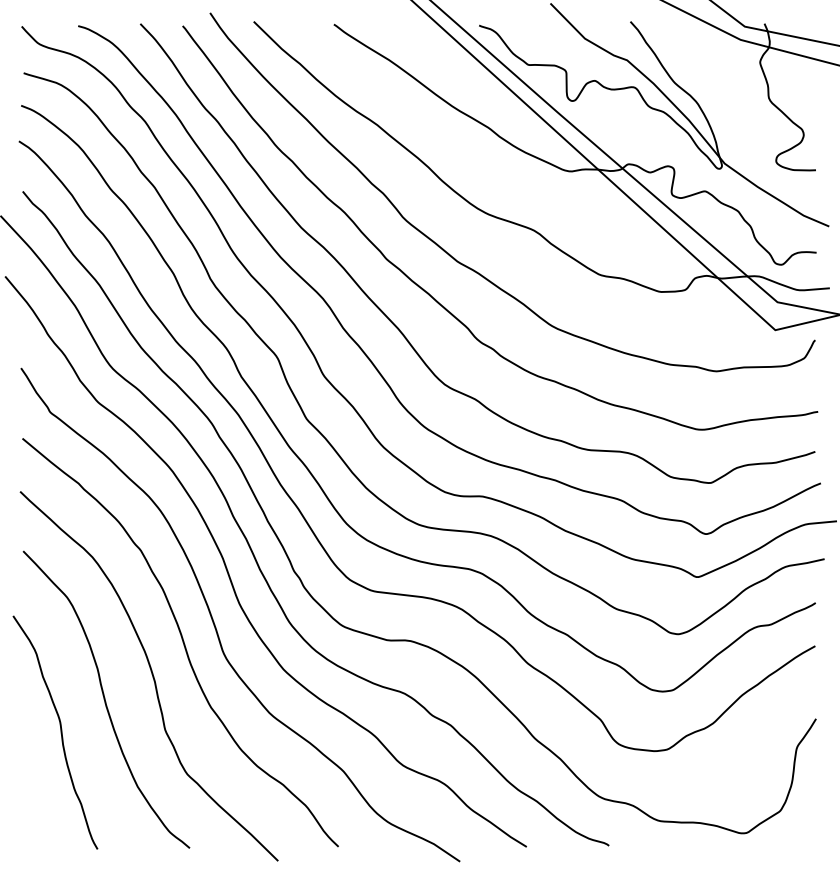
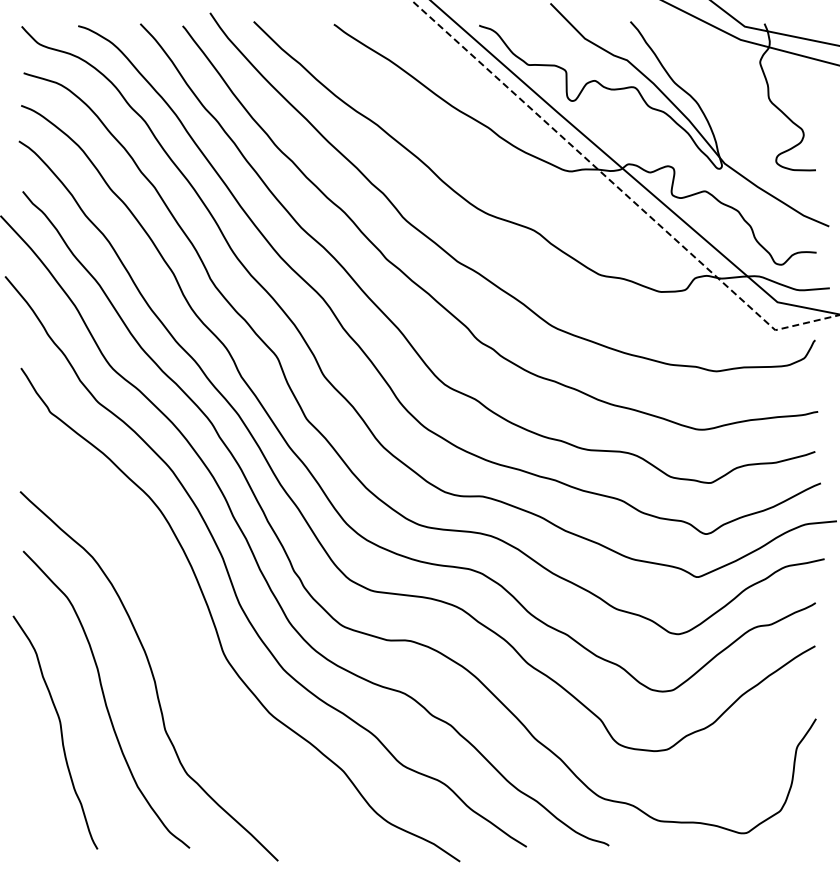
line at (618, 187): solid -> dashed
curve at (182, 642): present -> none
